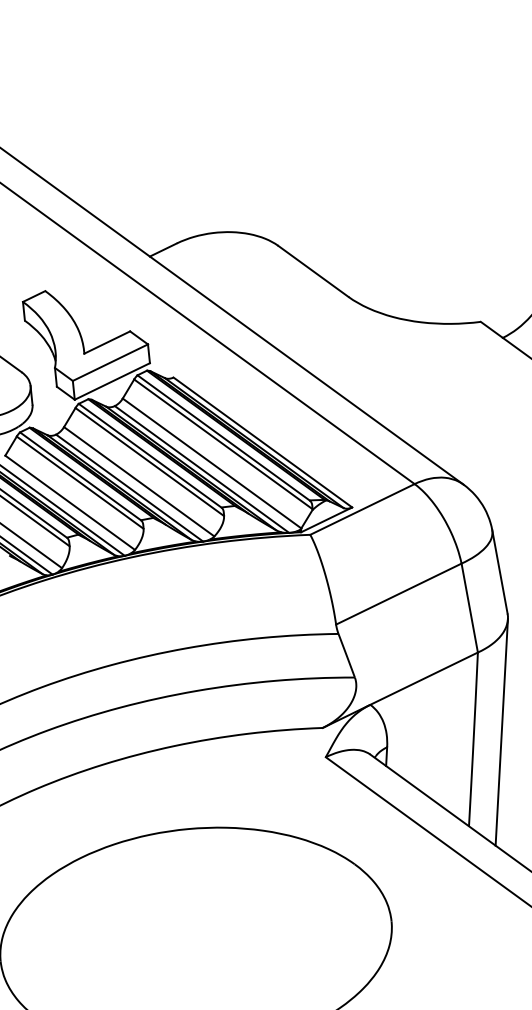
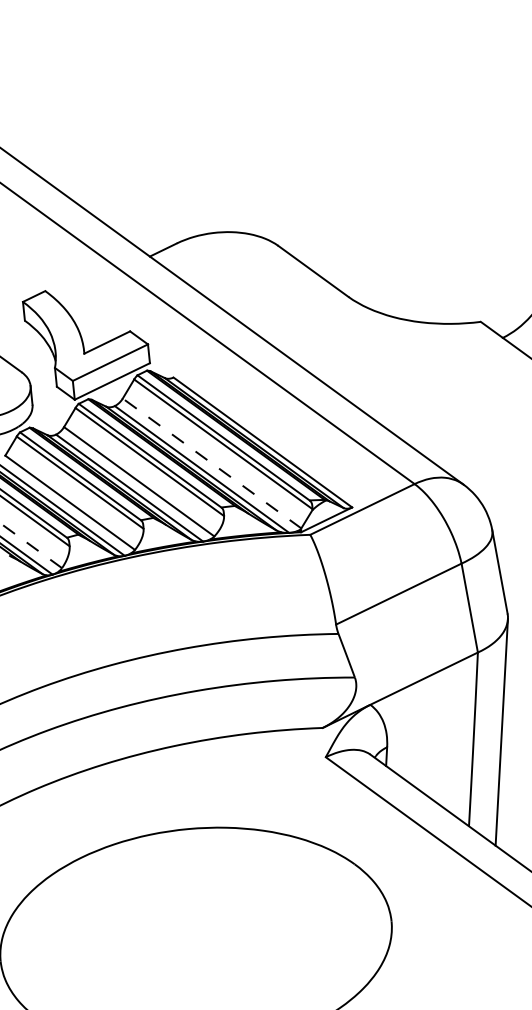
line at (211, 463): solid -> dashed
line at (31, 545): solid -> dashed
